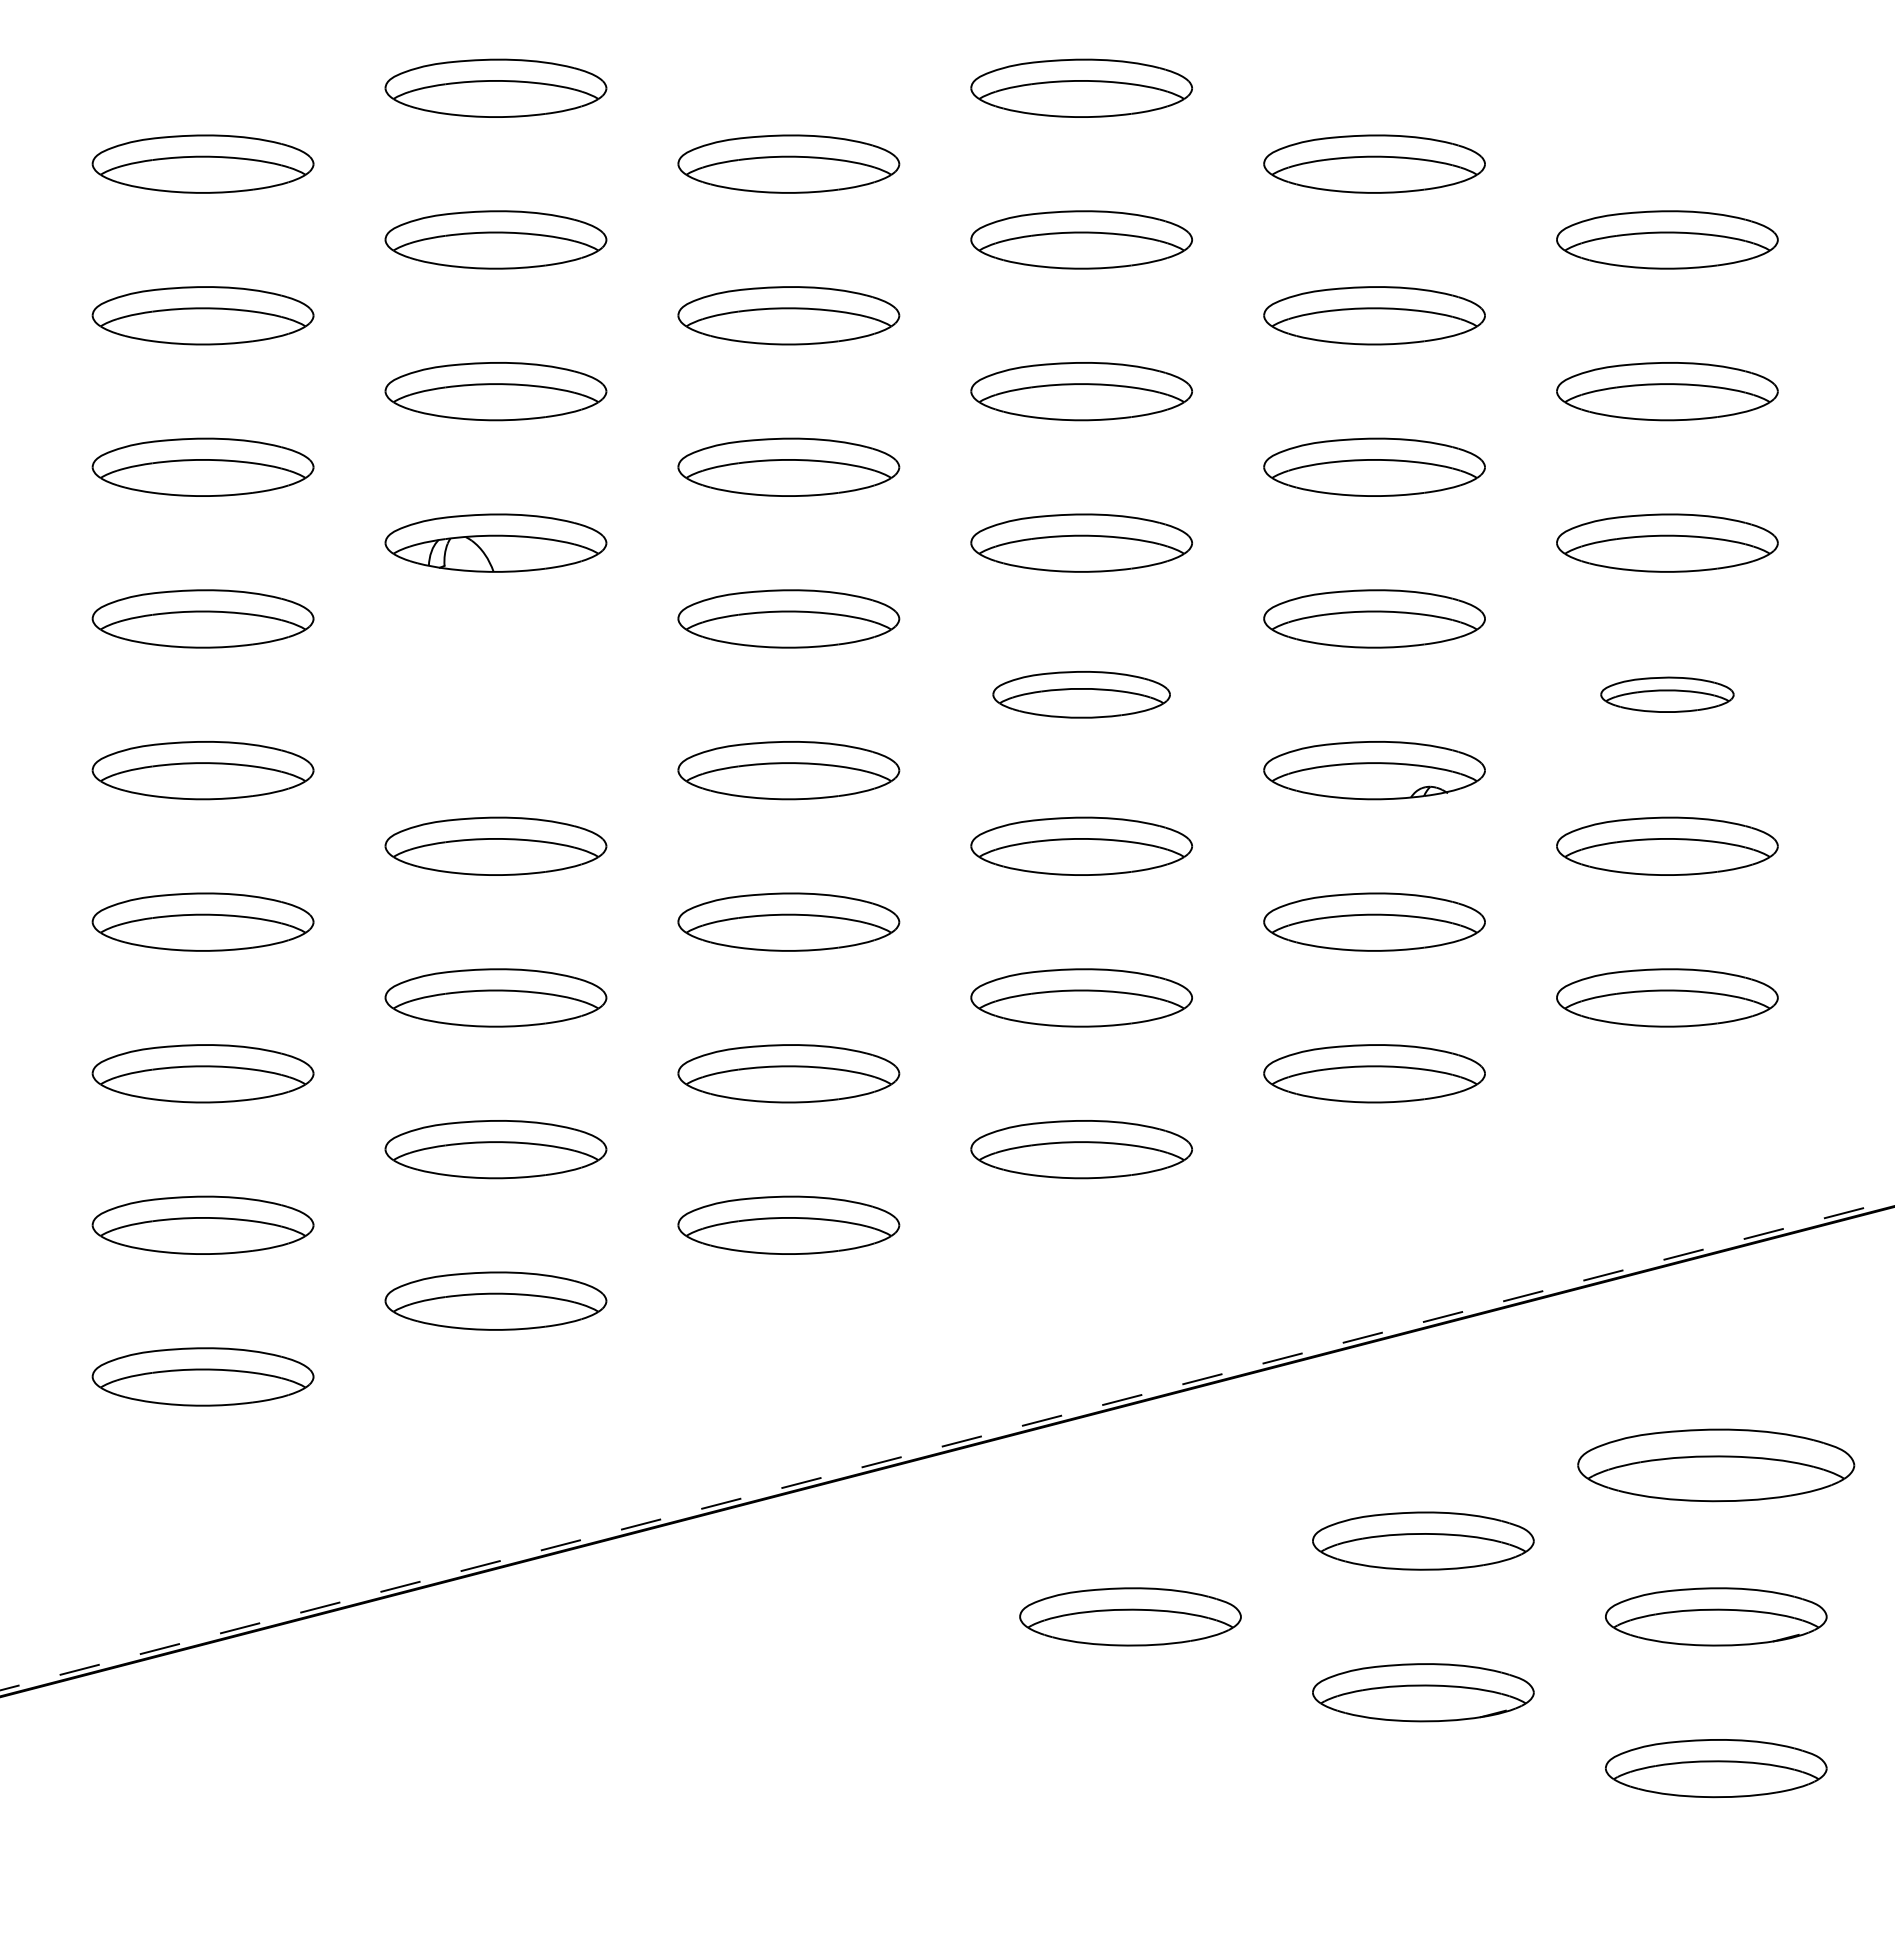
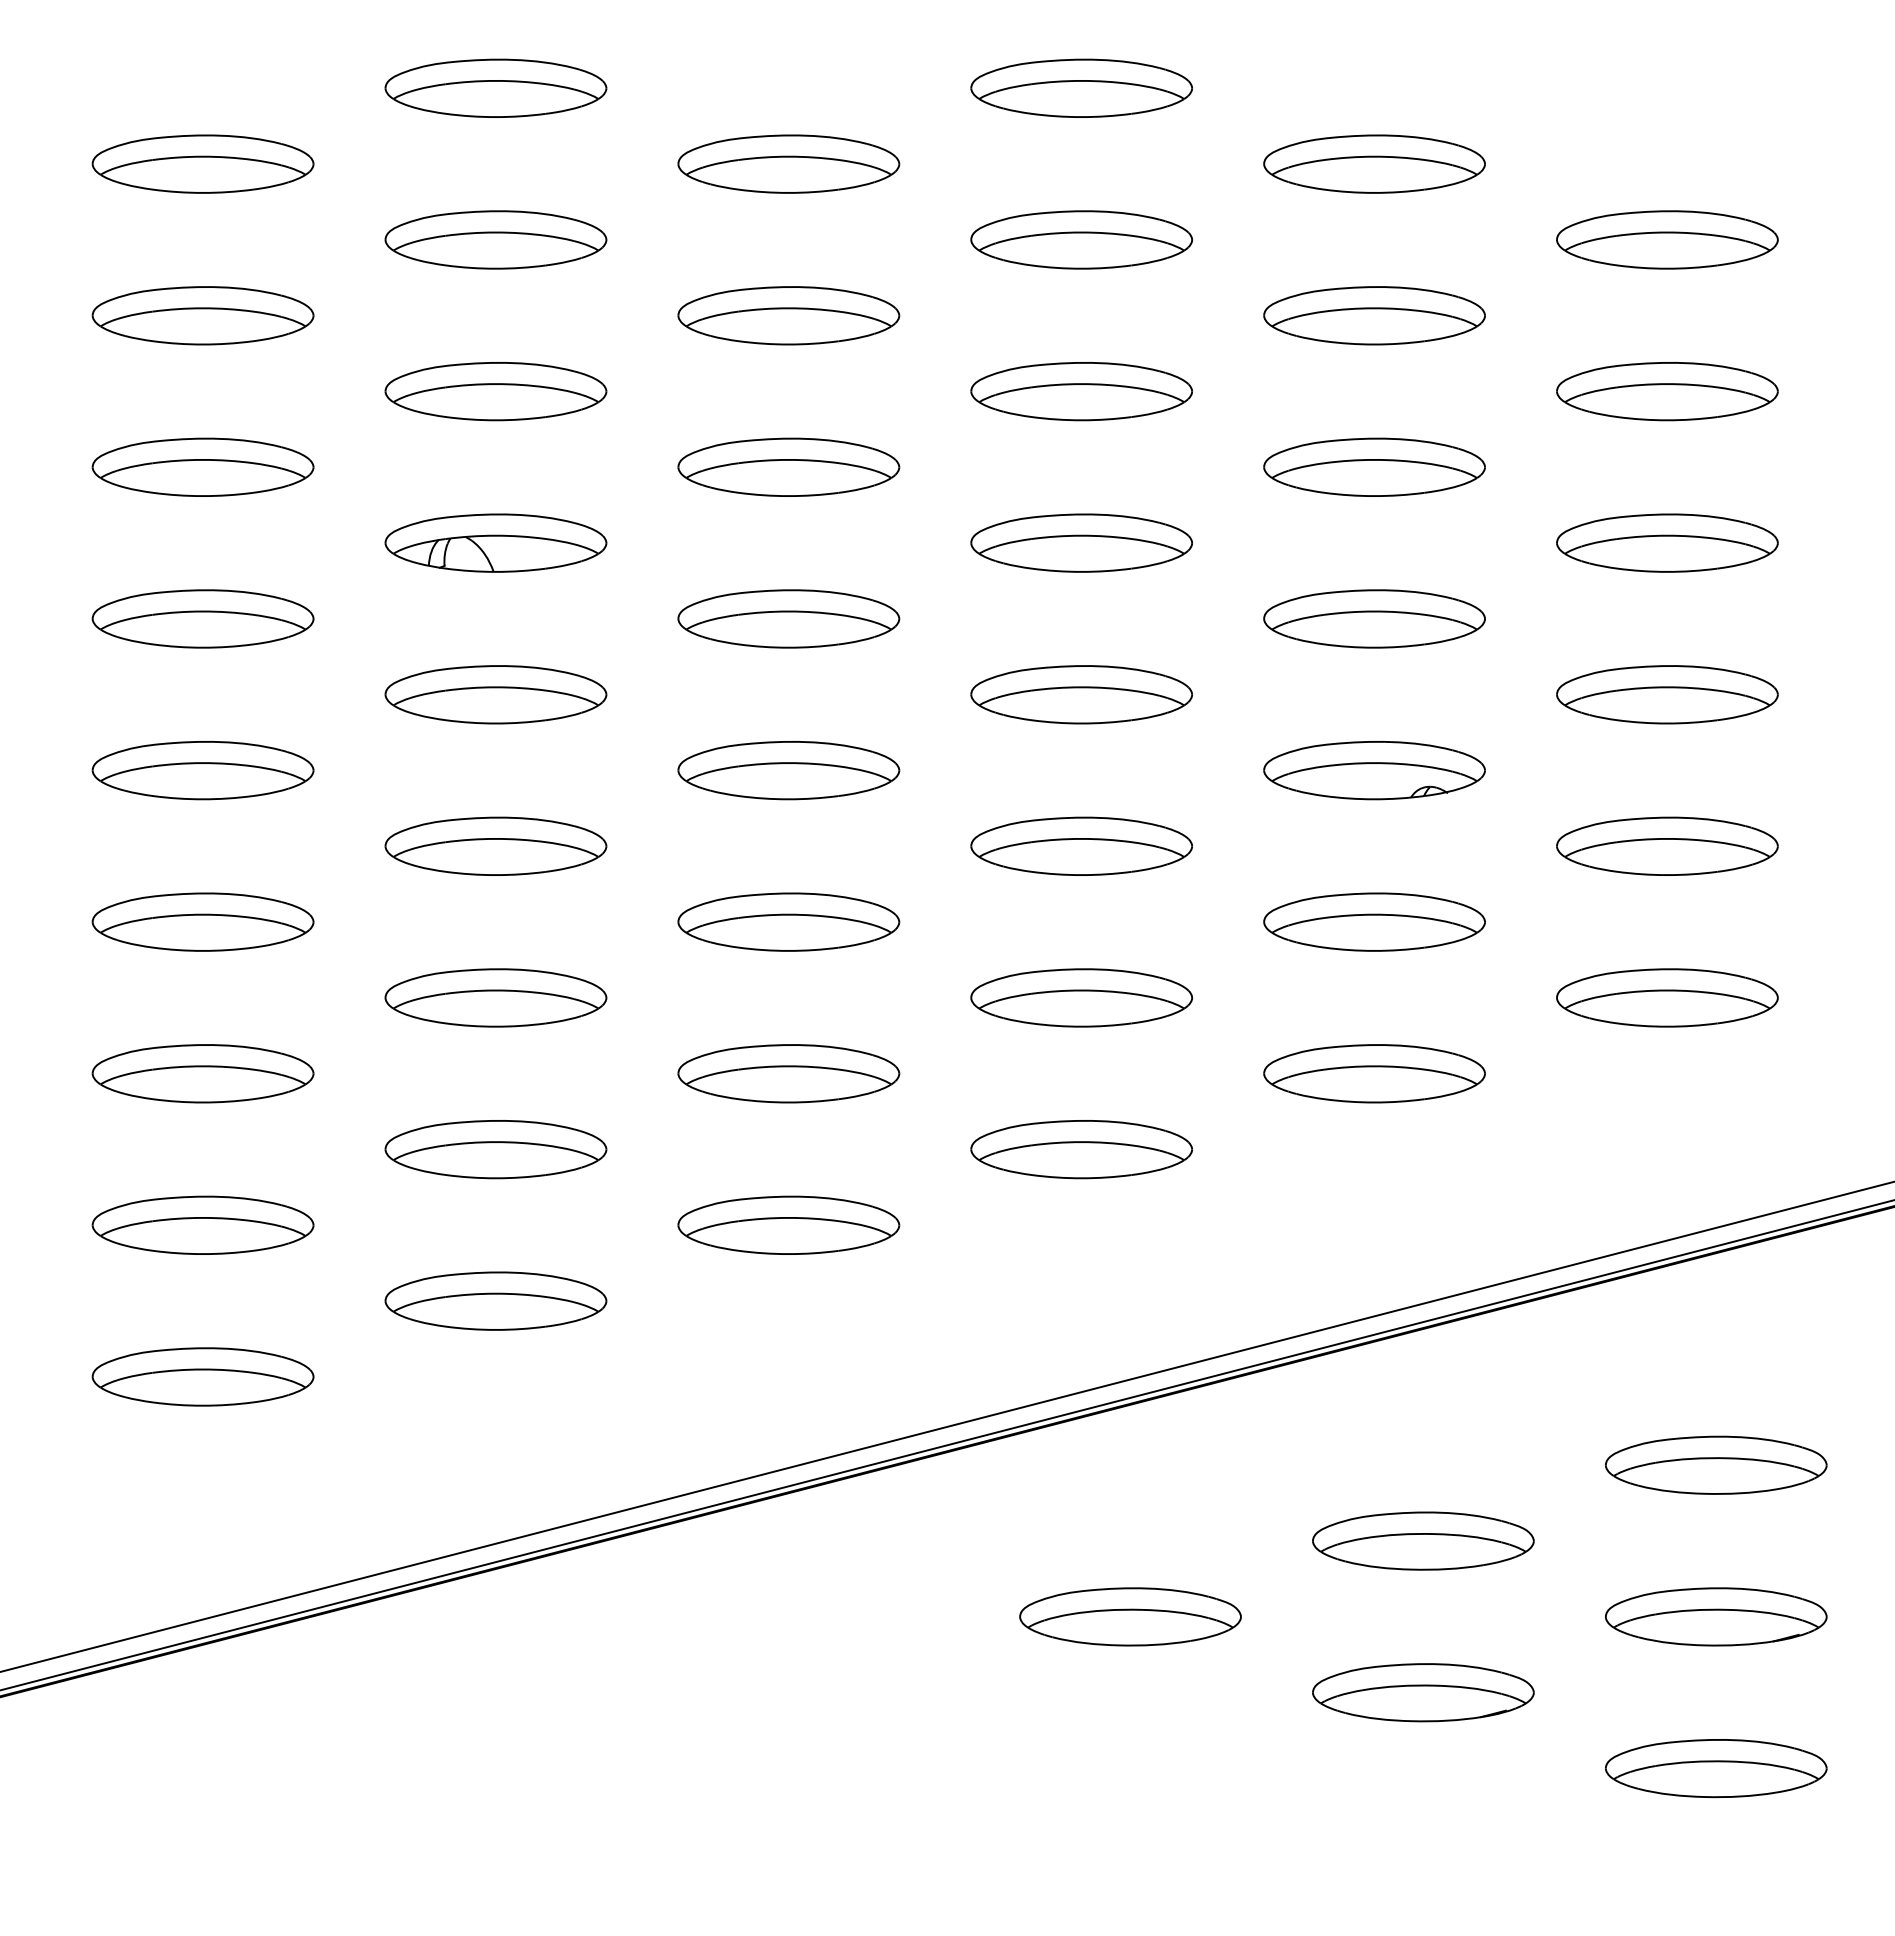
part at (495, 694): none -> present
part at (1081, 694) size: 179x48 px -> 223x60 px
part at (1667, 694) size: 135x37 px -> 223x60 px
line at (946, 1426): none -> present
line at (947, 1445): dashed -> solid
part at (1716, 1465) size: 279x75 px -> 223x60 px
